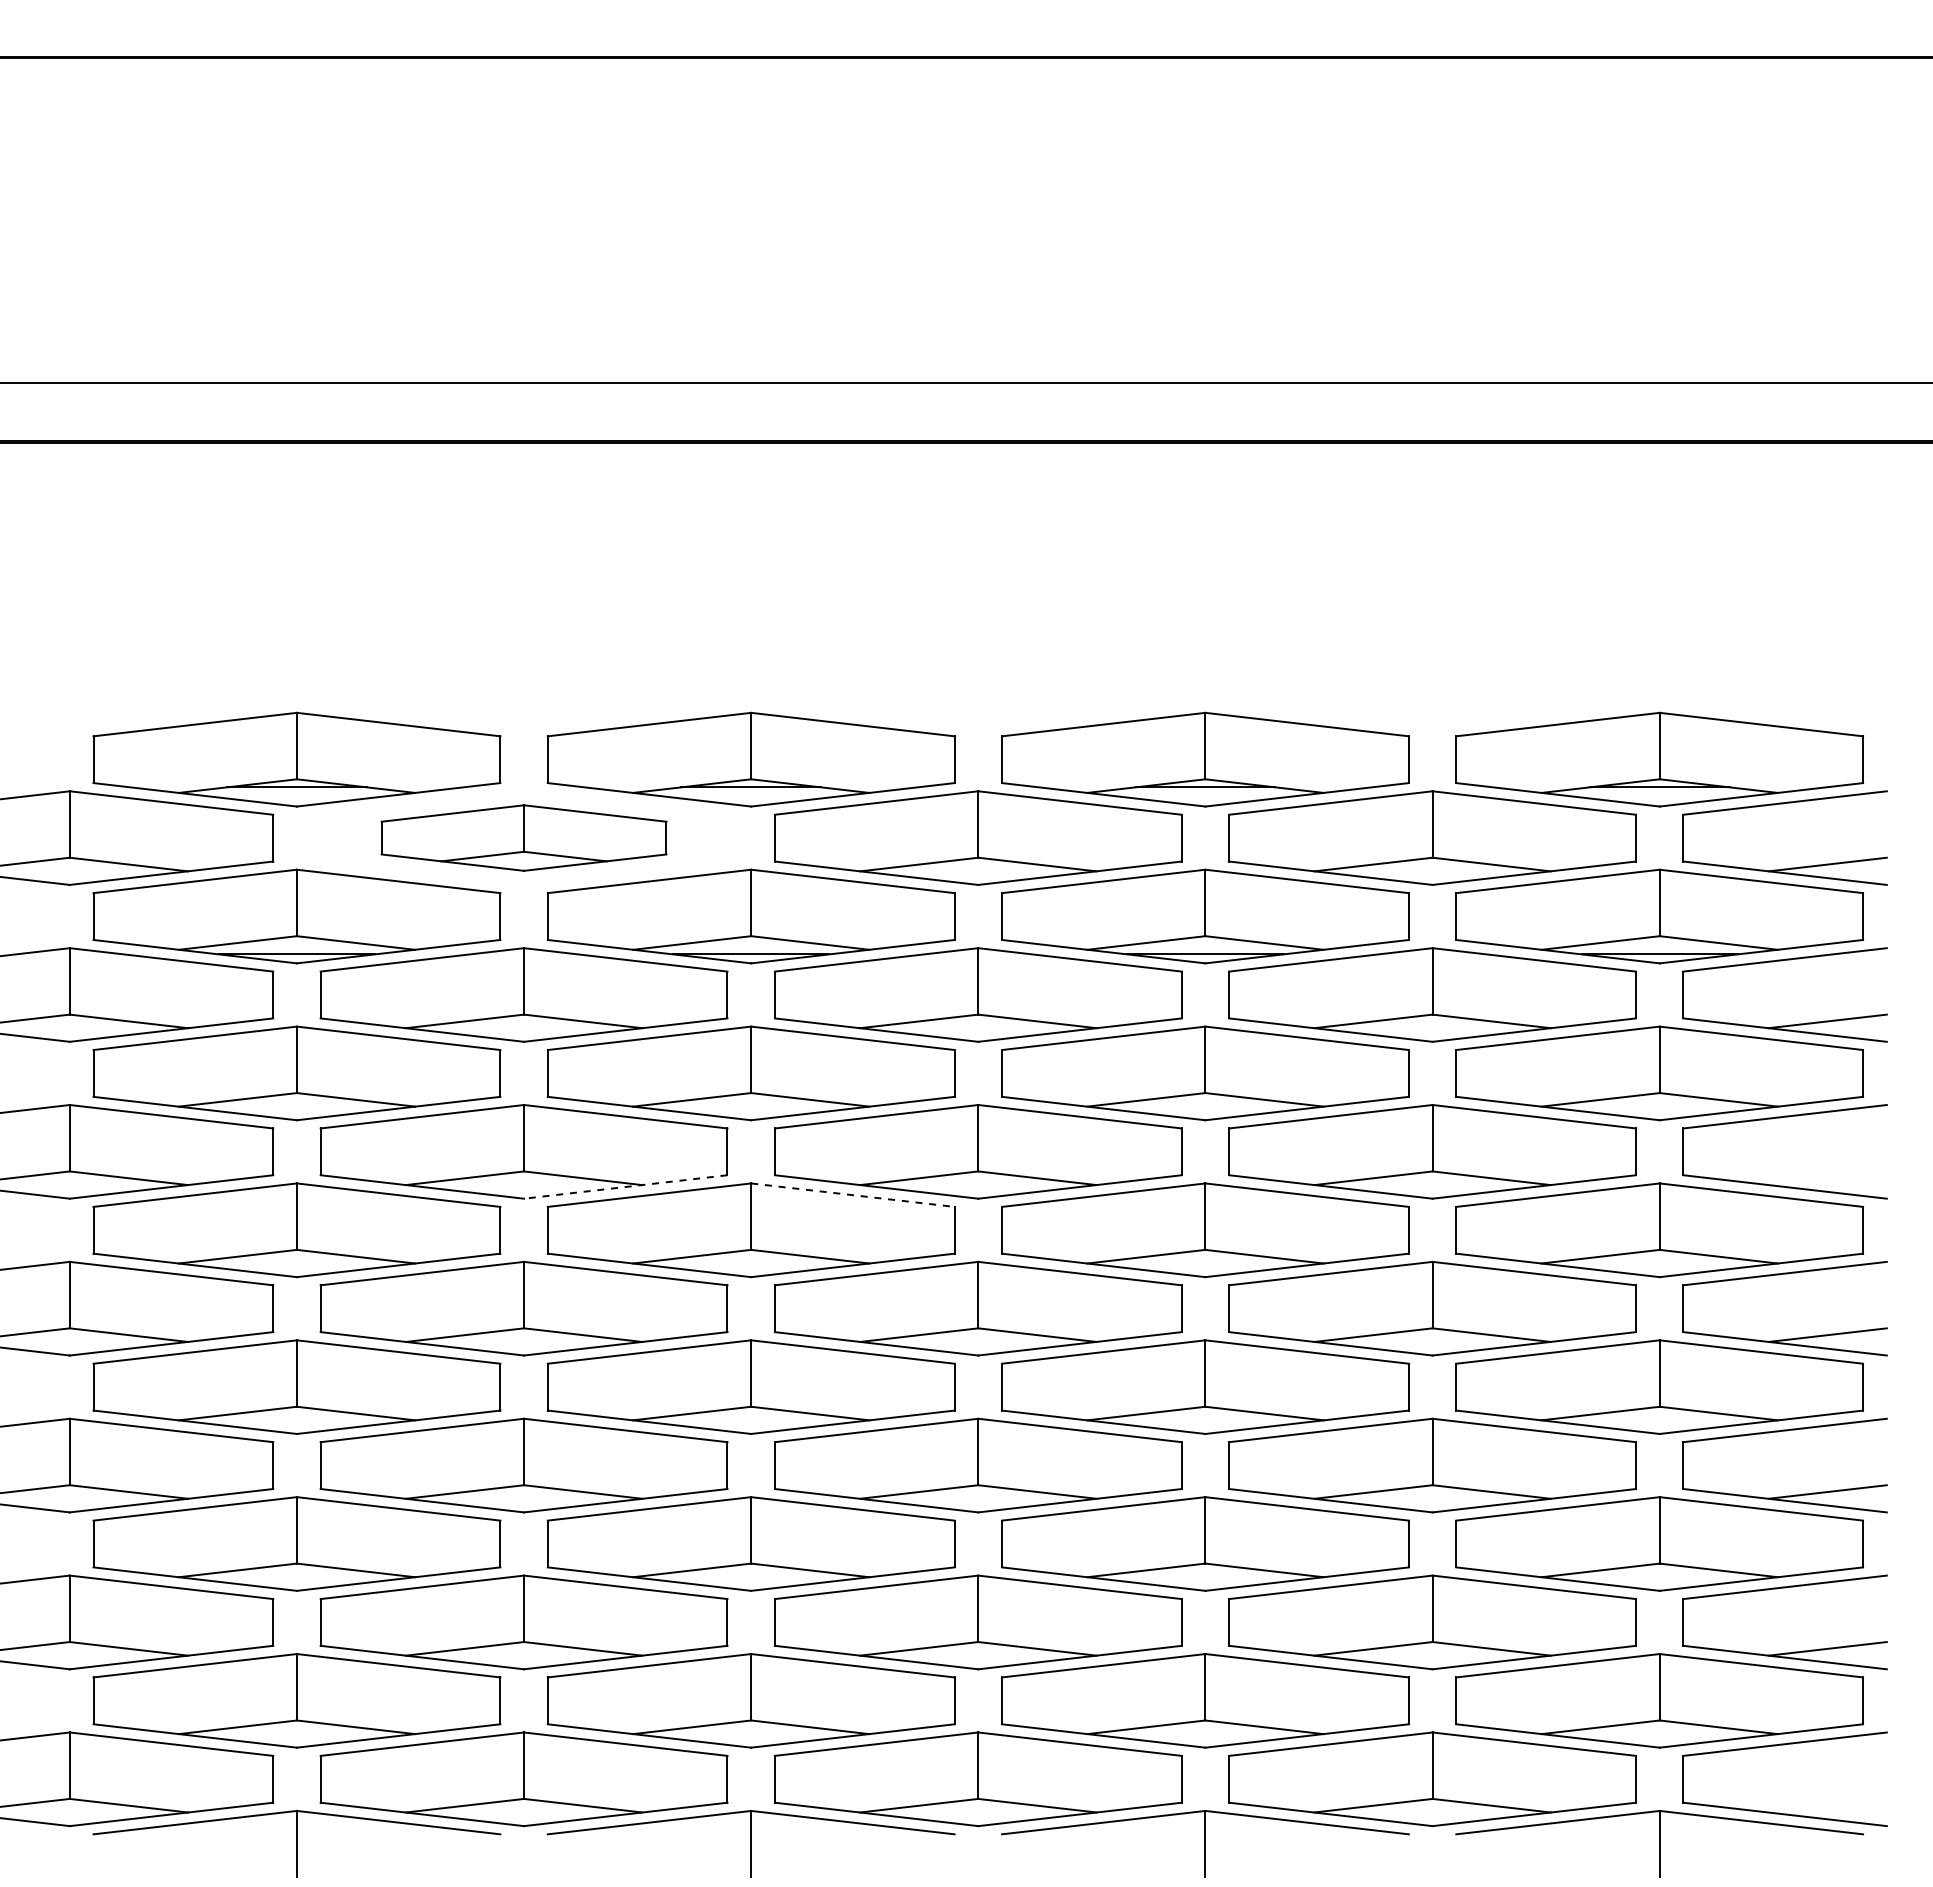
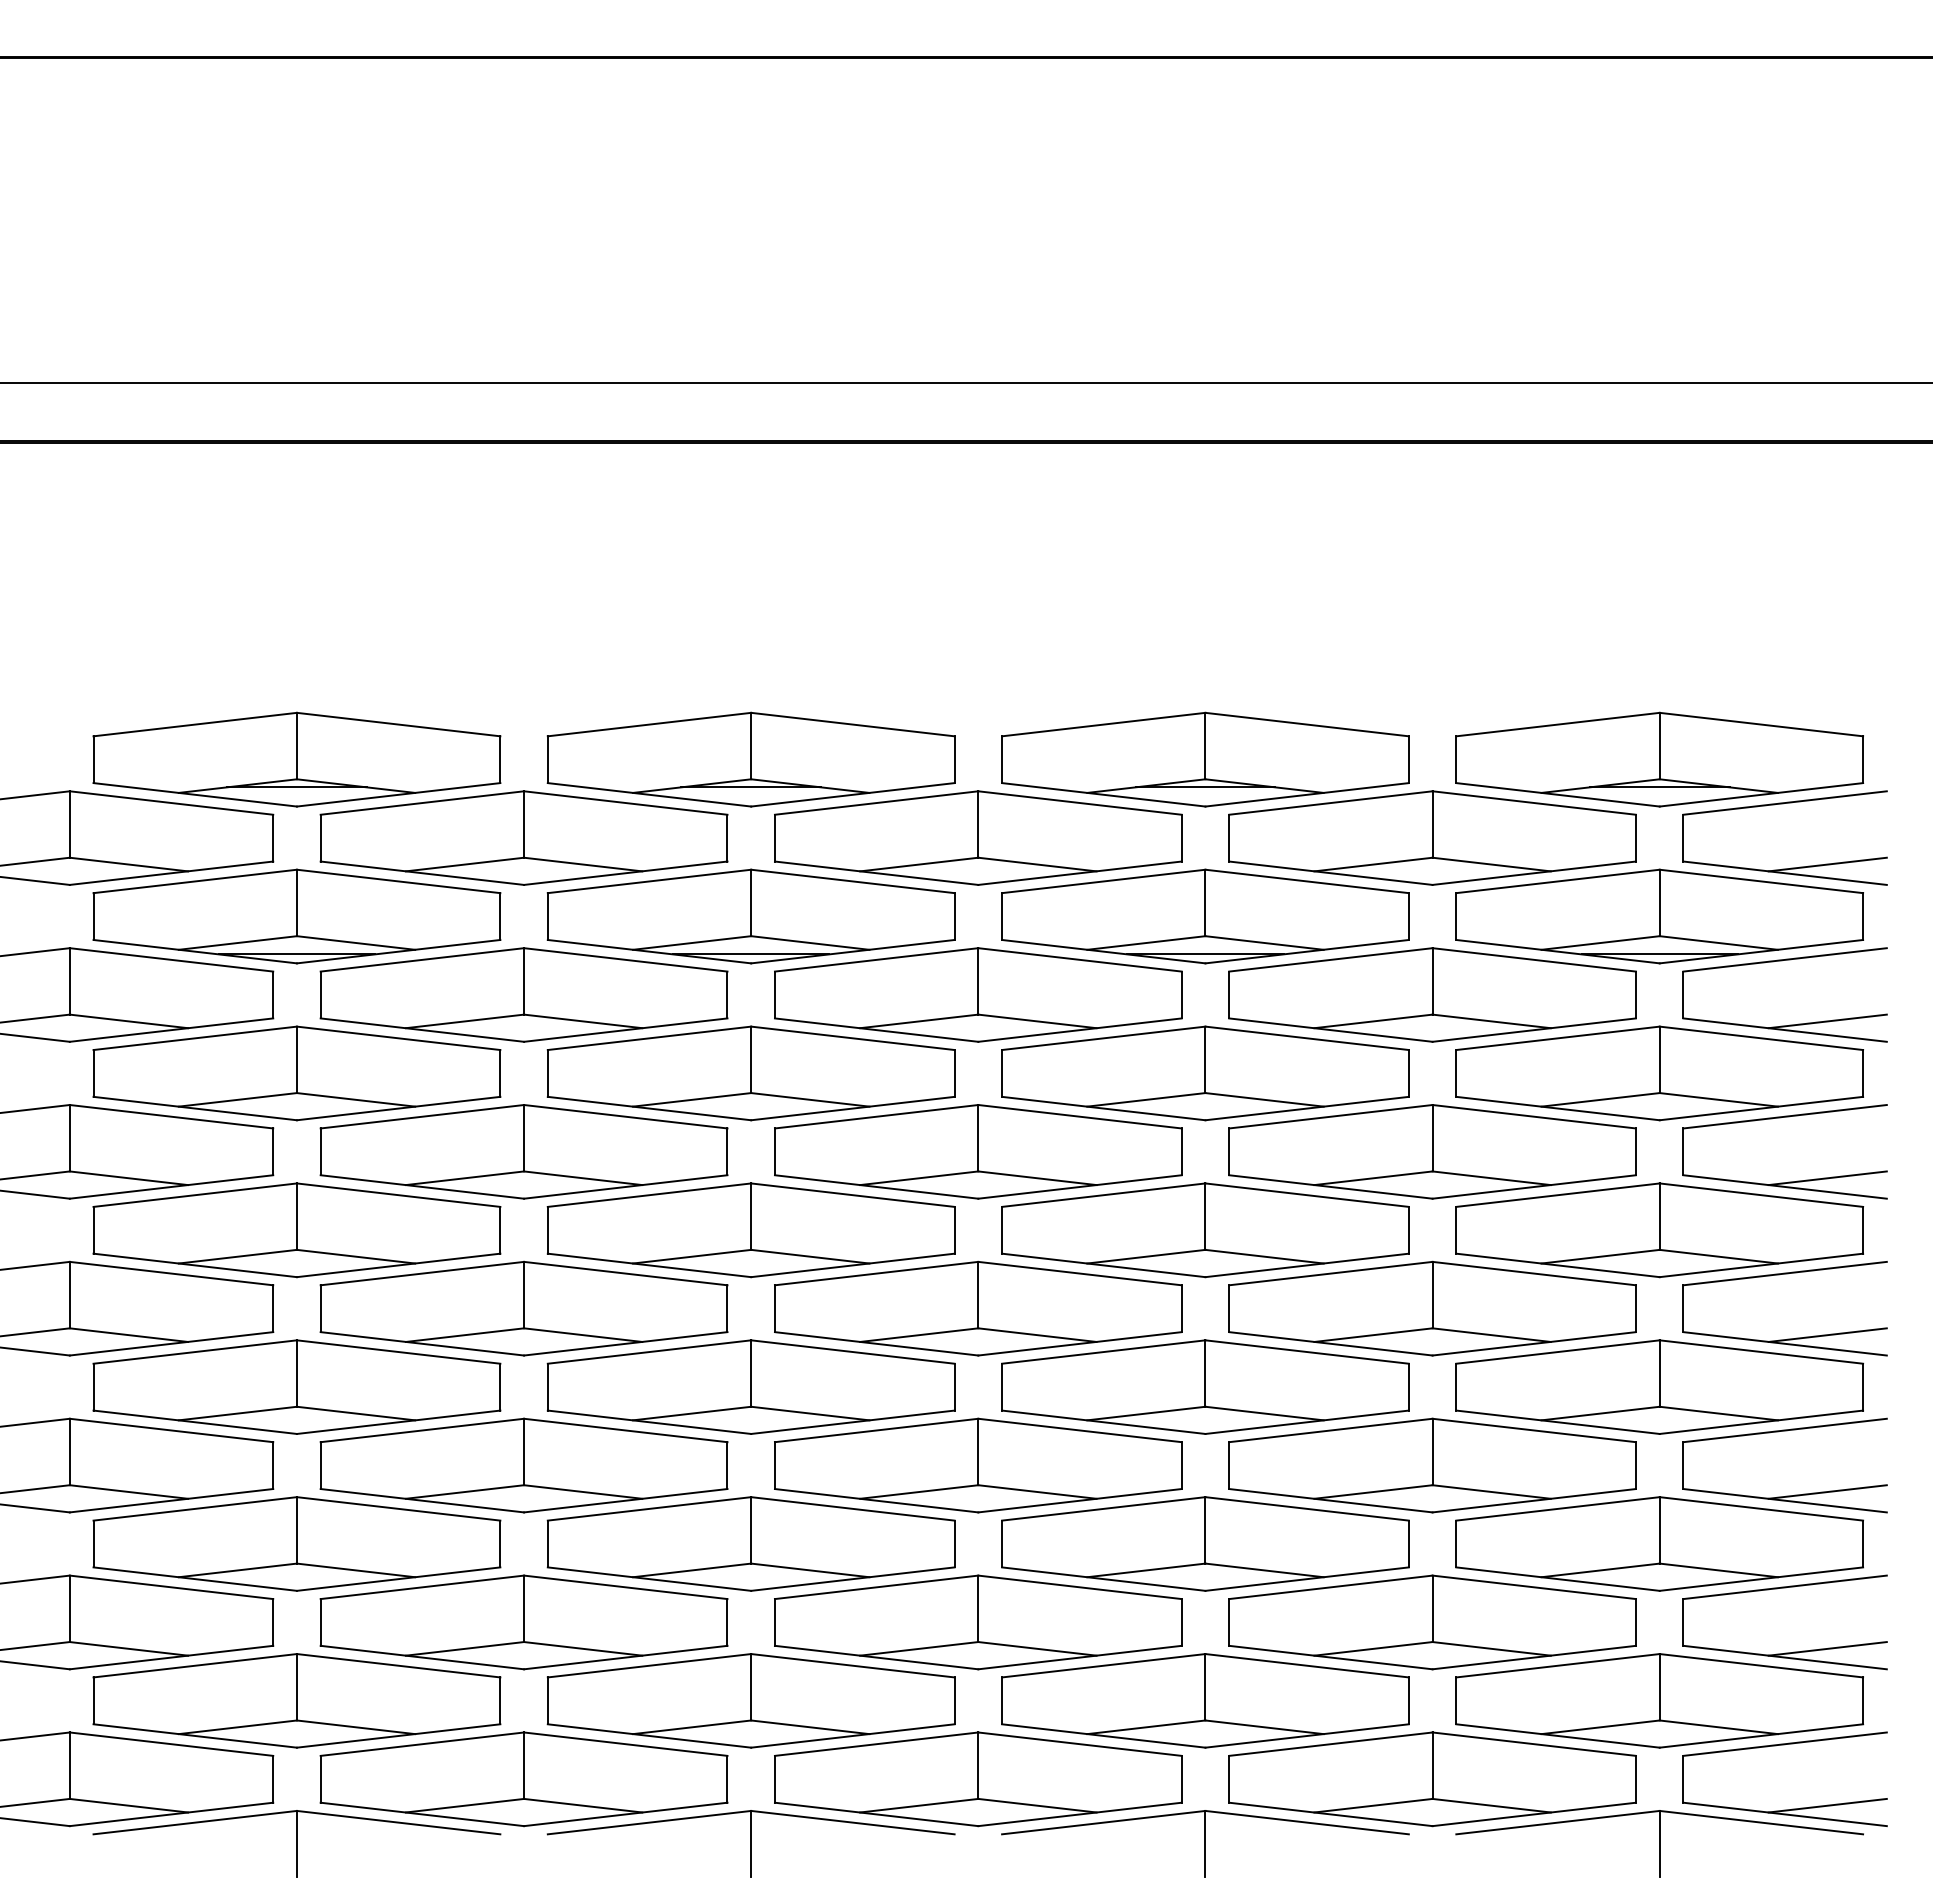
part at (523, 837) size: 288x68 px -> 410x96 px
line at (1827, 1178): none -> present
line at (625, 1187): dashed -> solid
line at (853, 1195): dashed -> solid
line at (1827, 1805): none -> present
